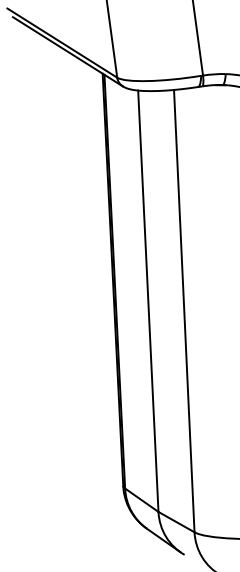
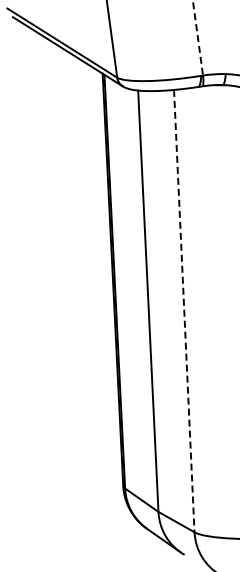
line at (197, 37): solid -> dashed
line at (184, 311): solid -> dashed
